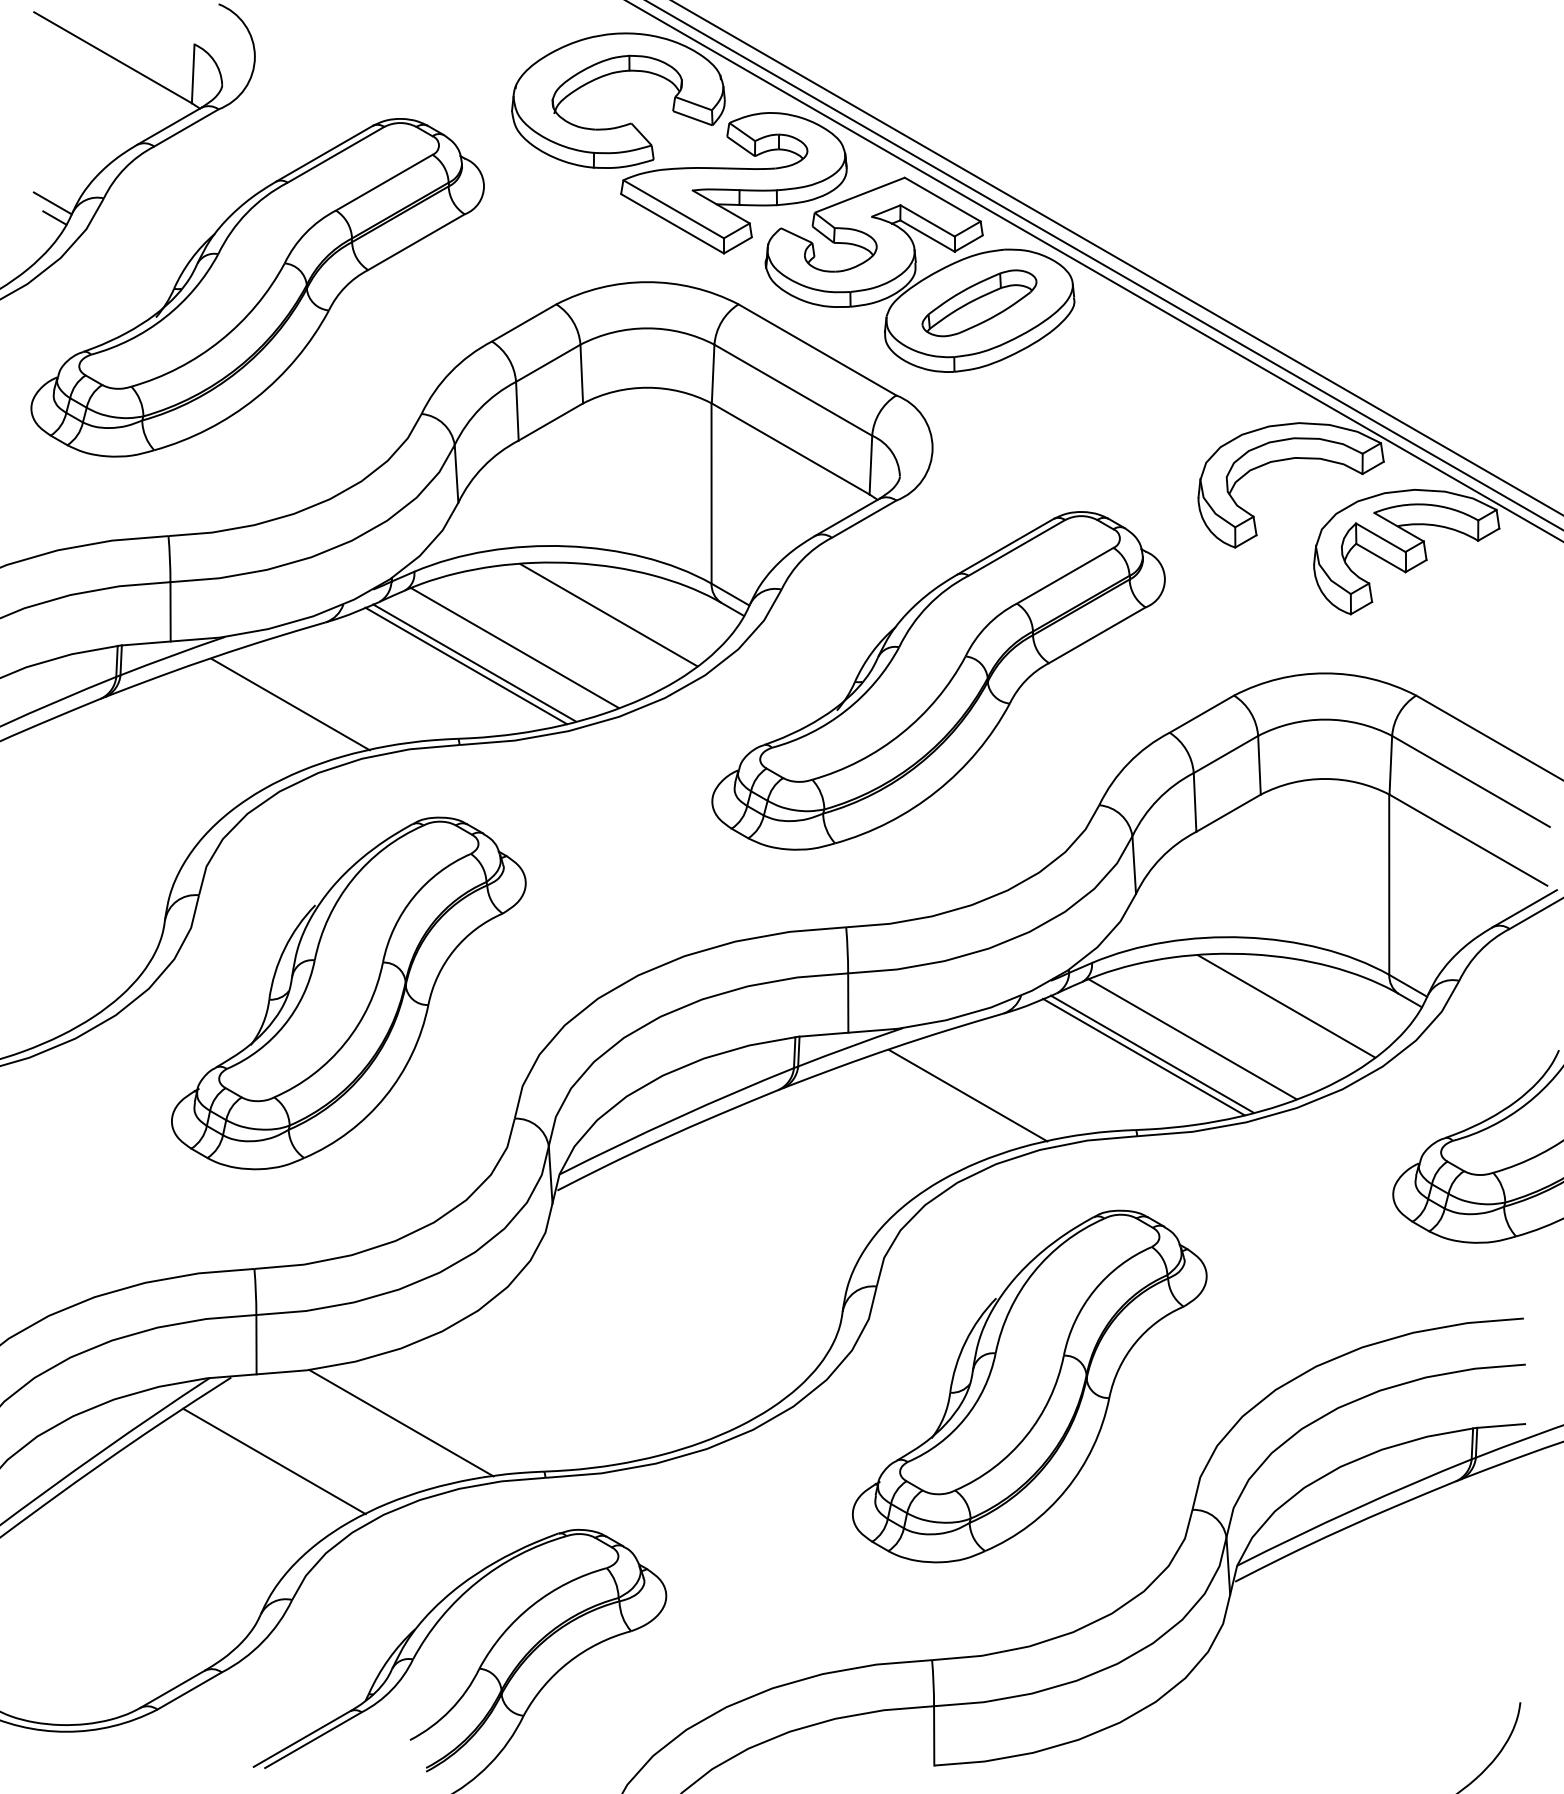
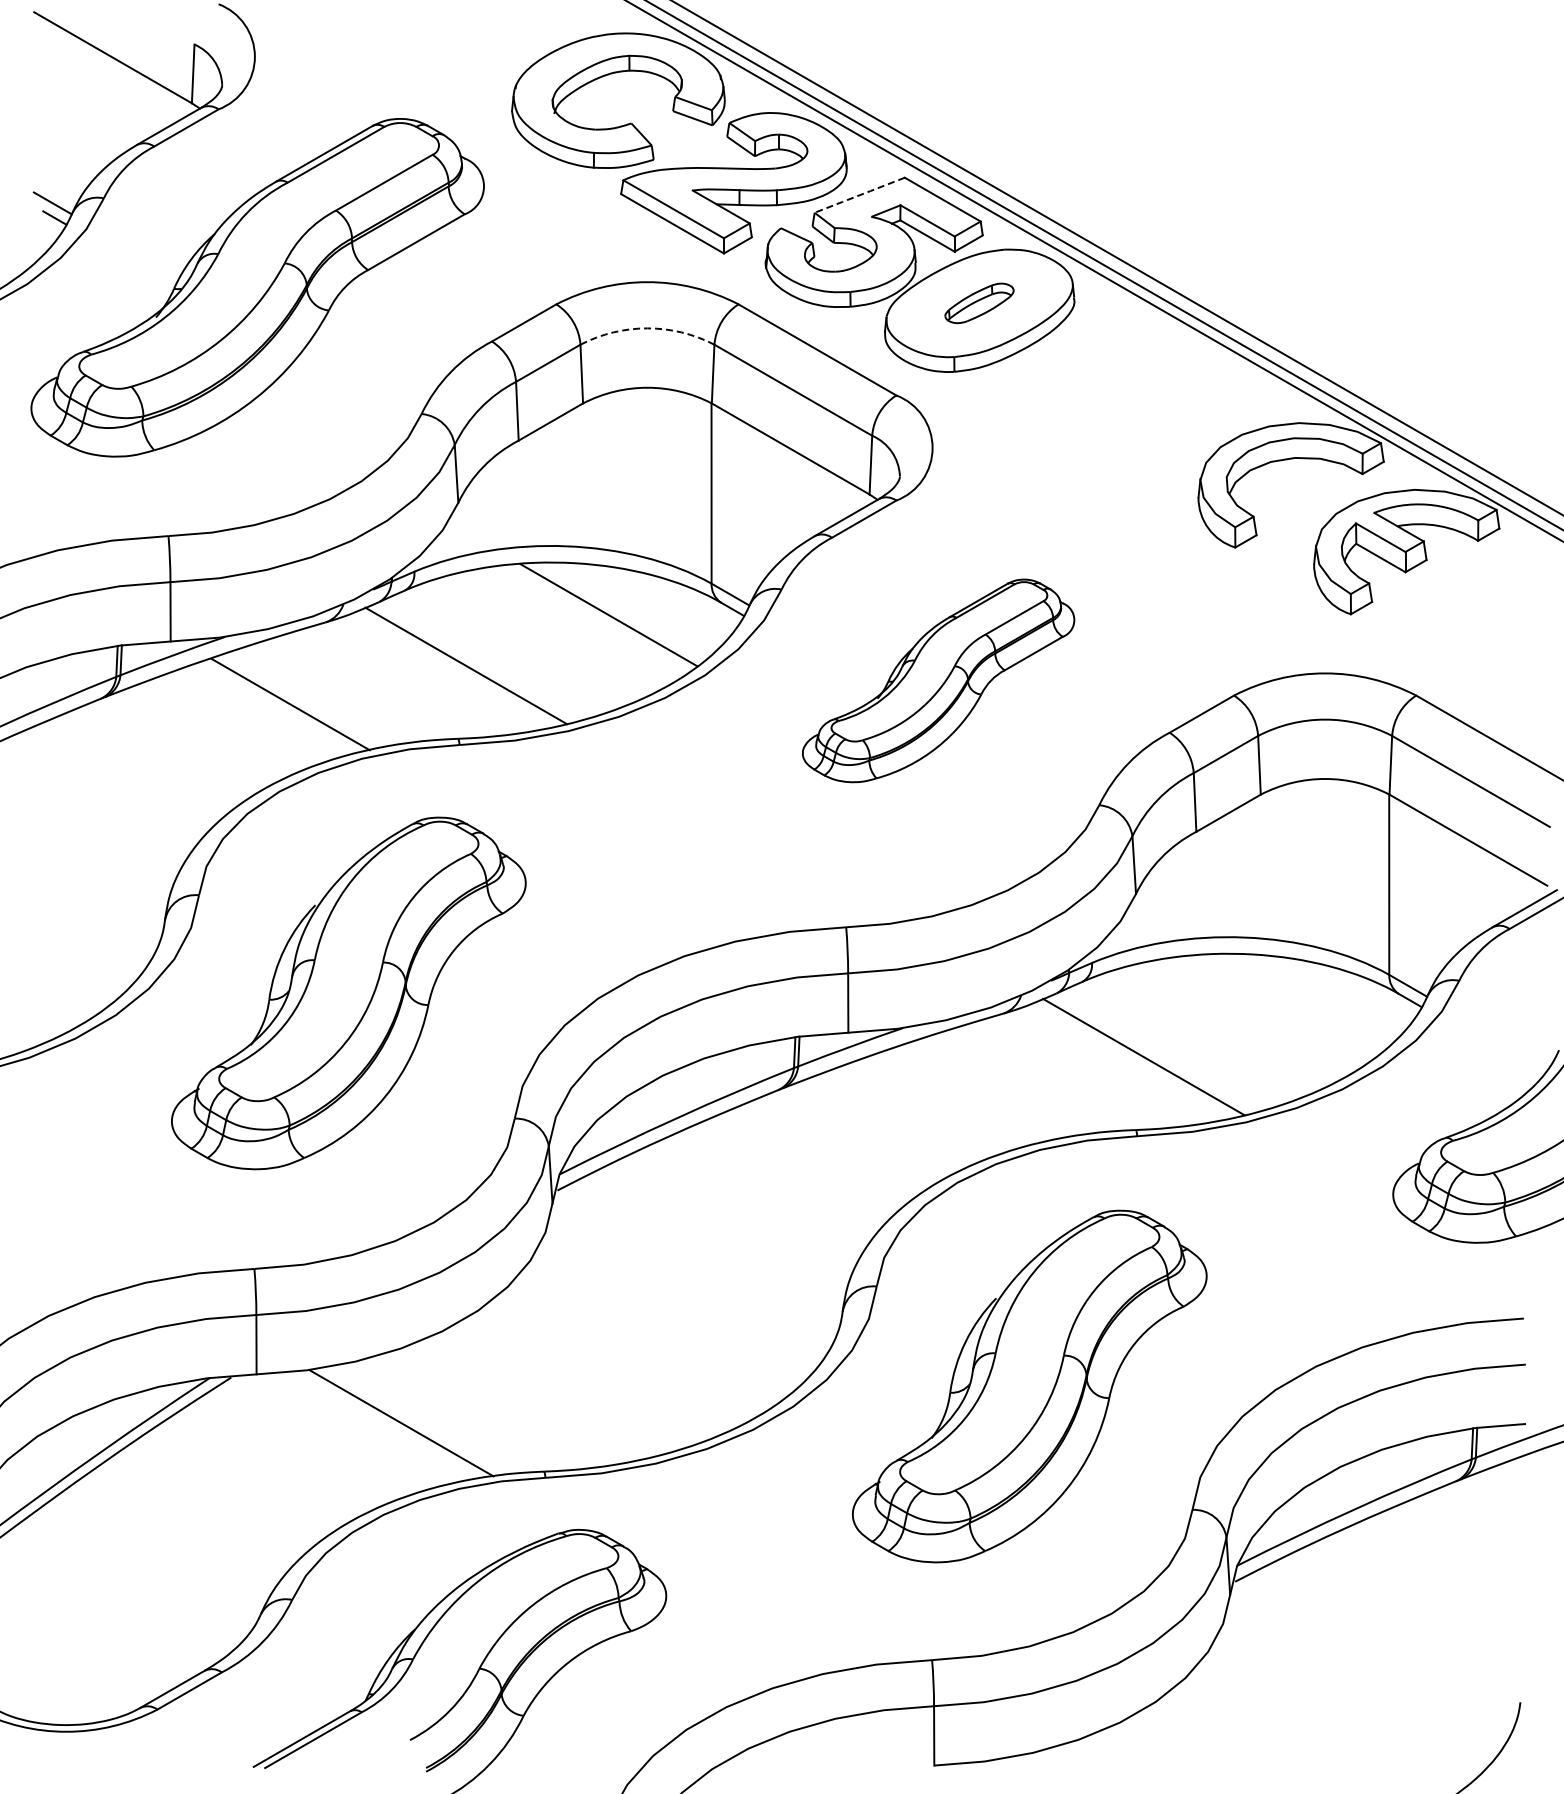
line at (858, 195): solid -> dashed
part at (979, 303) size: 117x69 px -> 71x43 px
arc at (647, 328): solid -> dashed
line at (514, 648): present -> none
line at (474, 662): present -> none
part at (938, 680) size: 455x340 px -> 275x206 px
line at (1286, 1006): present -> none
line at (1192, 1039): present -> none
line at (1151, 1053): present -> none
line at (968, 1095): present -> none
line at (274, 1461): present -> none
